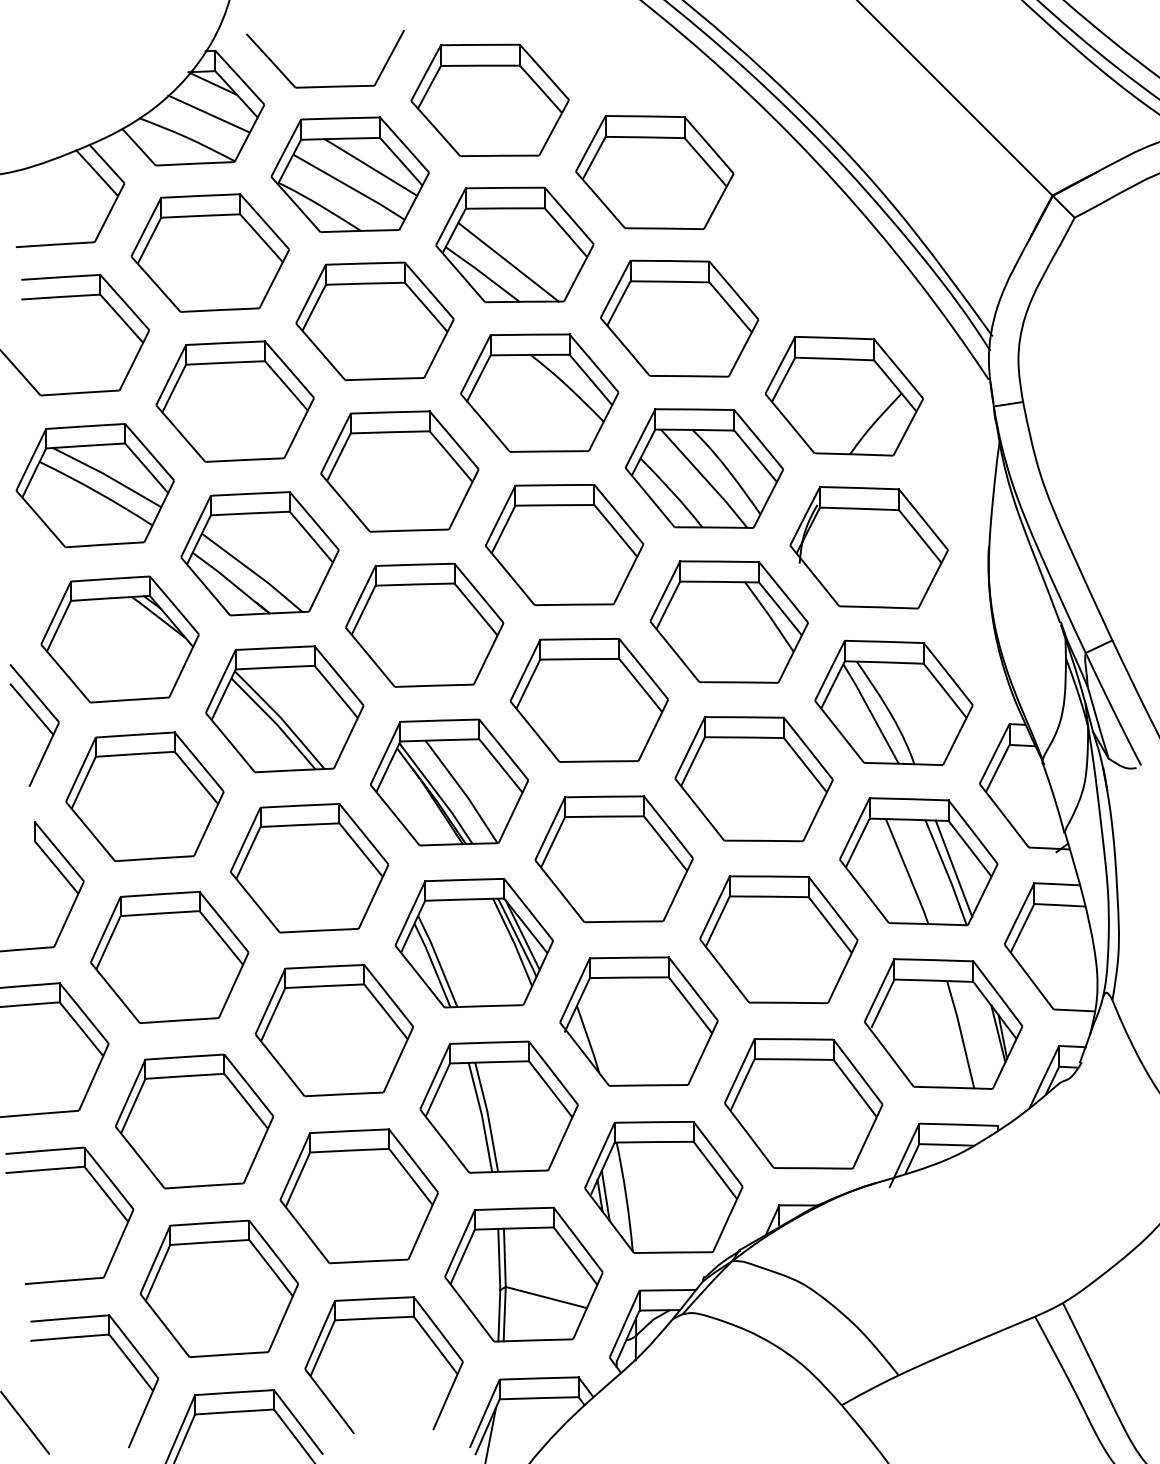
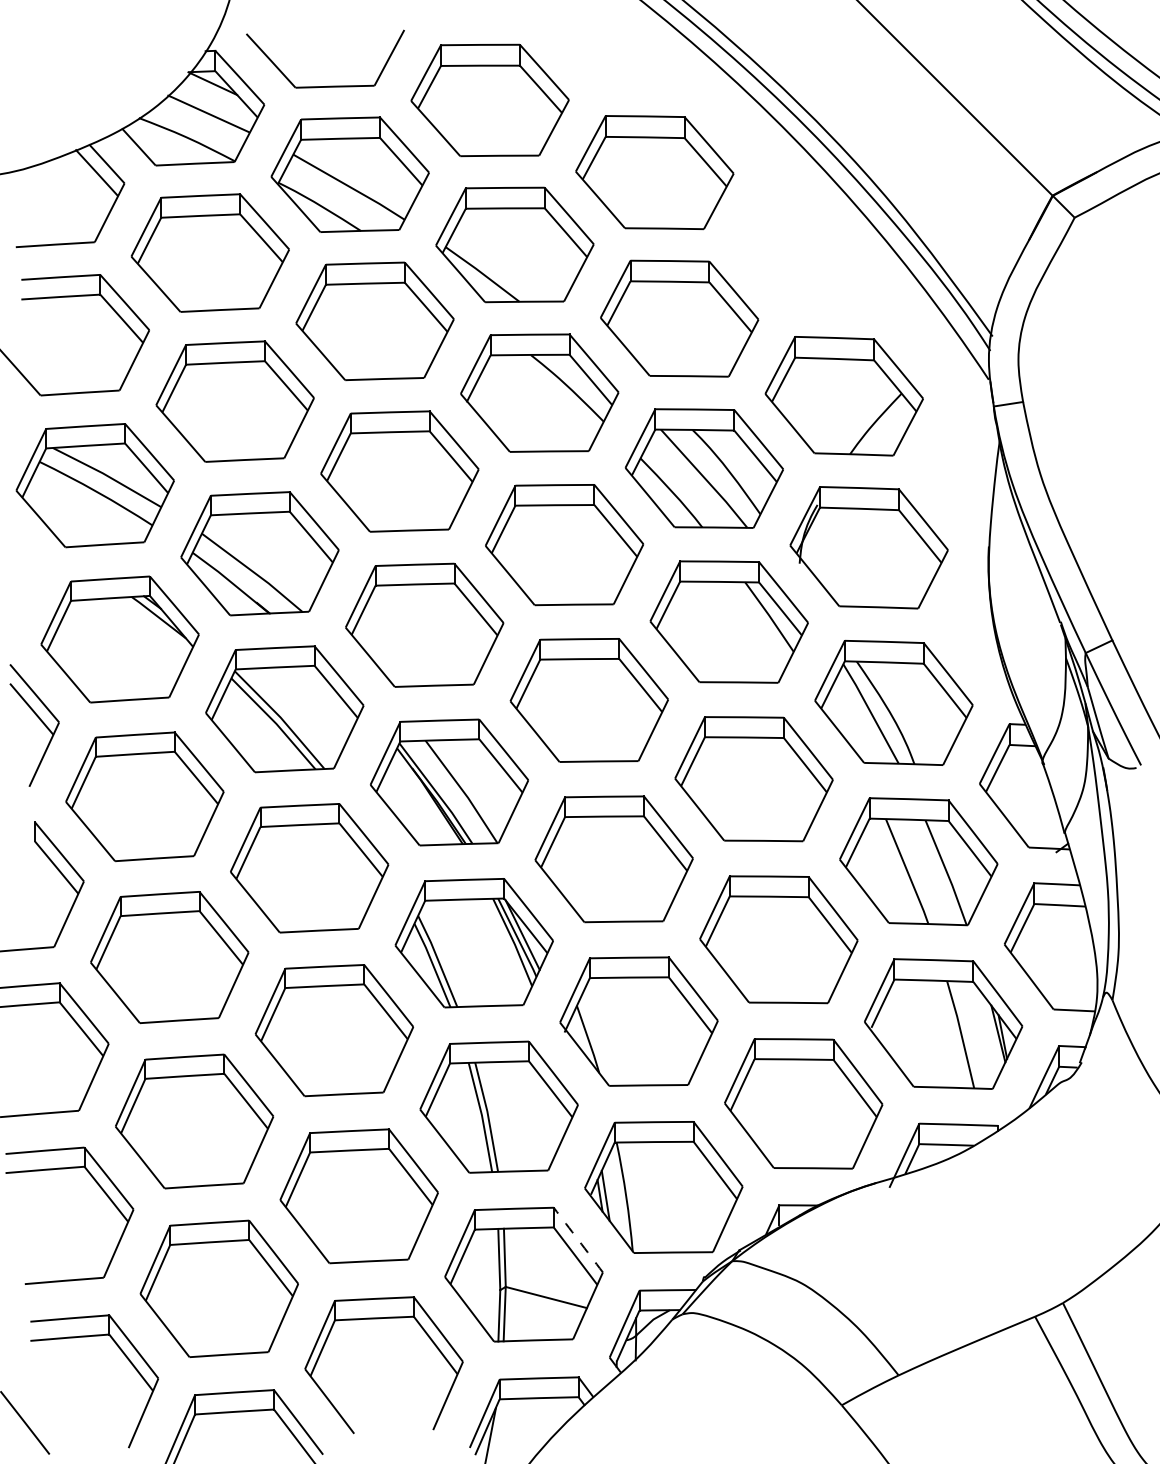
line at (370, 167): present -> none
line at (508, 261): present -> none
line at (953, 868): present -> none
arc at (578, 1240): solid -> dashed
